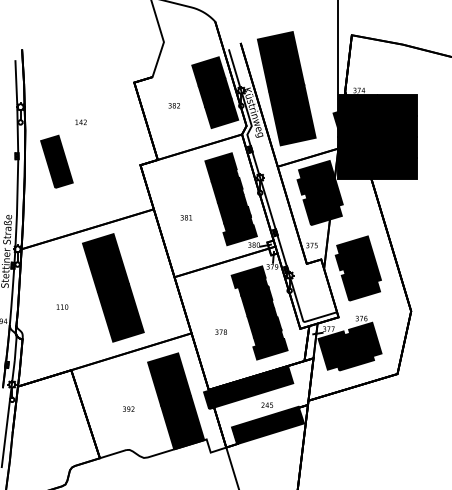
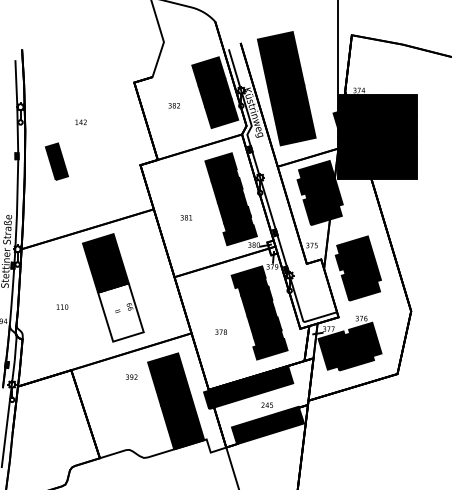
part at (56, 161) size: 34x55 px -> 24x39 px
fill at (120, 312): present -> none
text at (128, 408) position: (128, 408) -> (131, 376)
